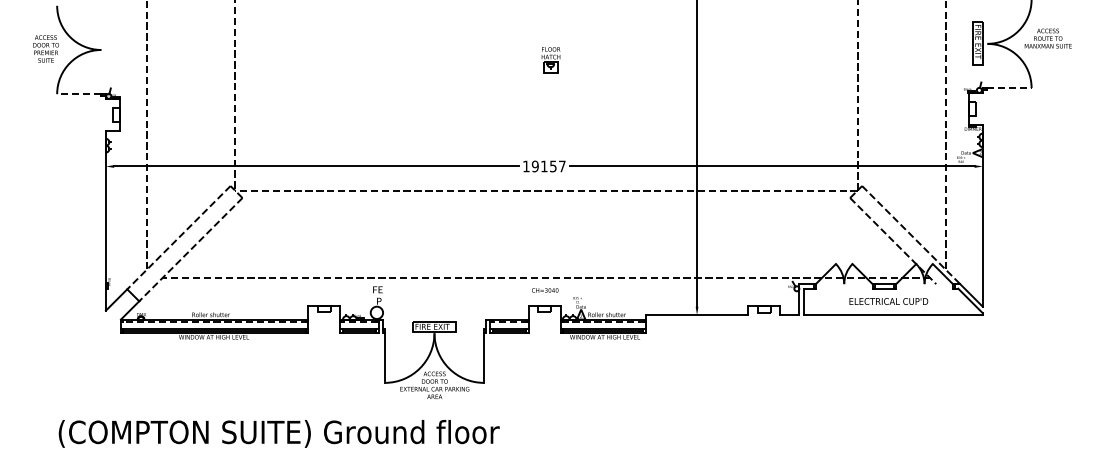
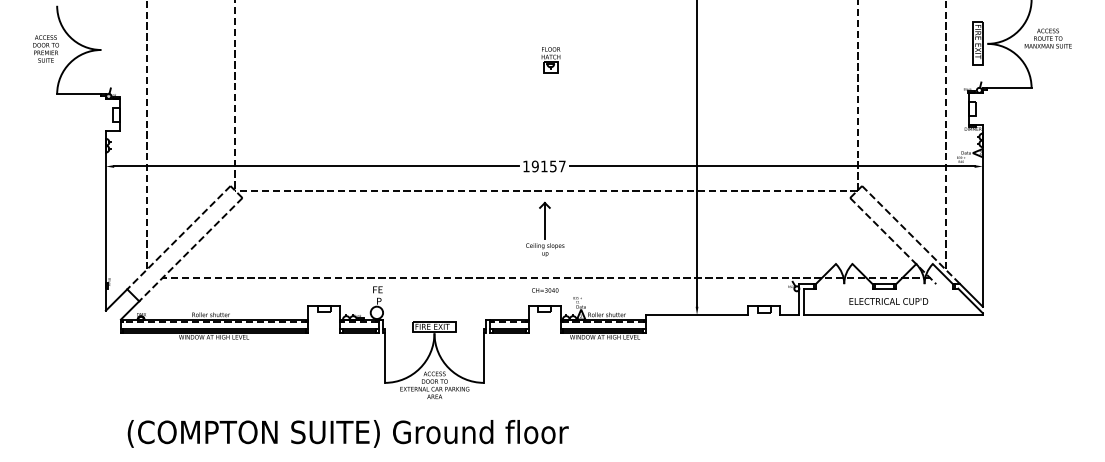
line at (1010, 88): dashed -> solid
line at (78, 94): dashed -> solid
part at (545, 228): none -> present
text at (278, 433) position: (278, 433) -> (347, 433)
